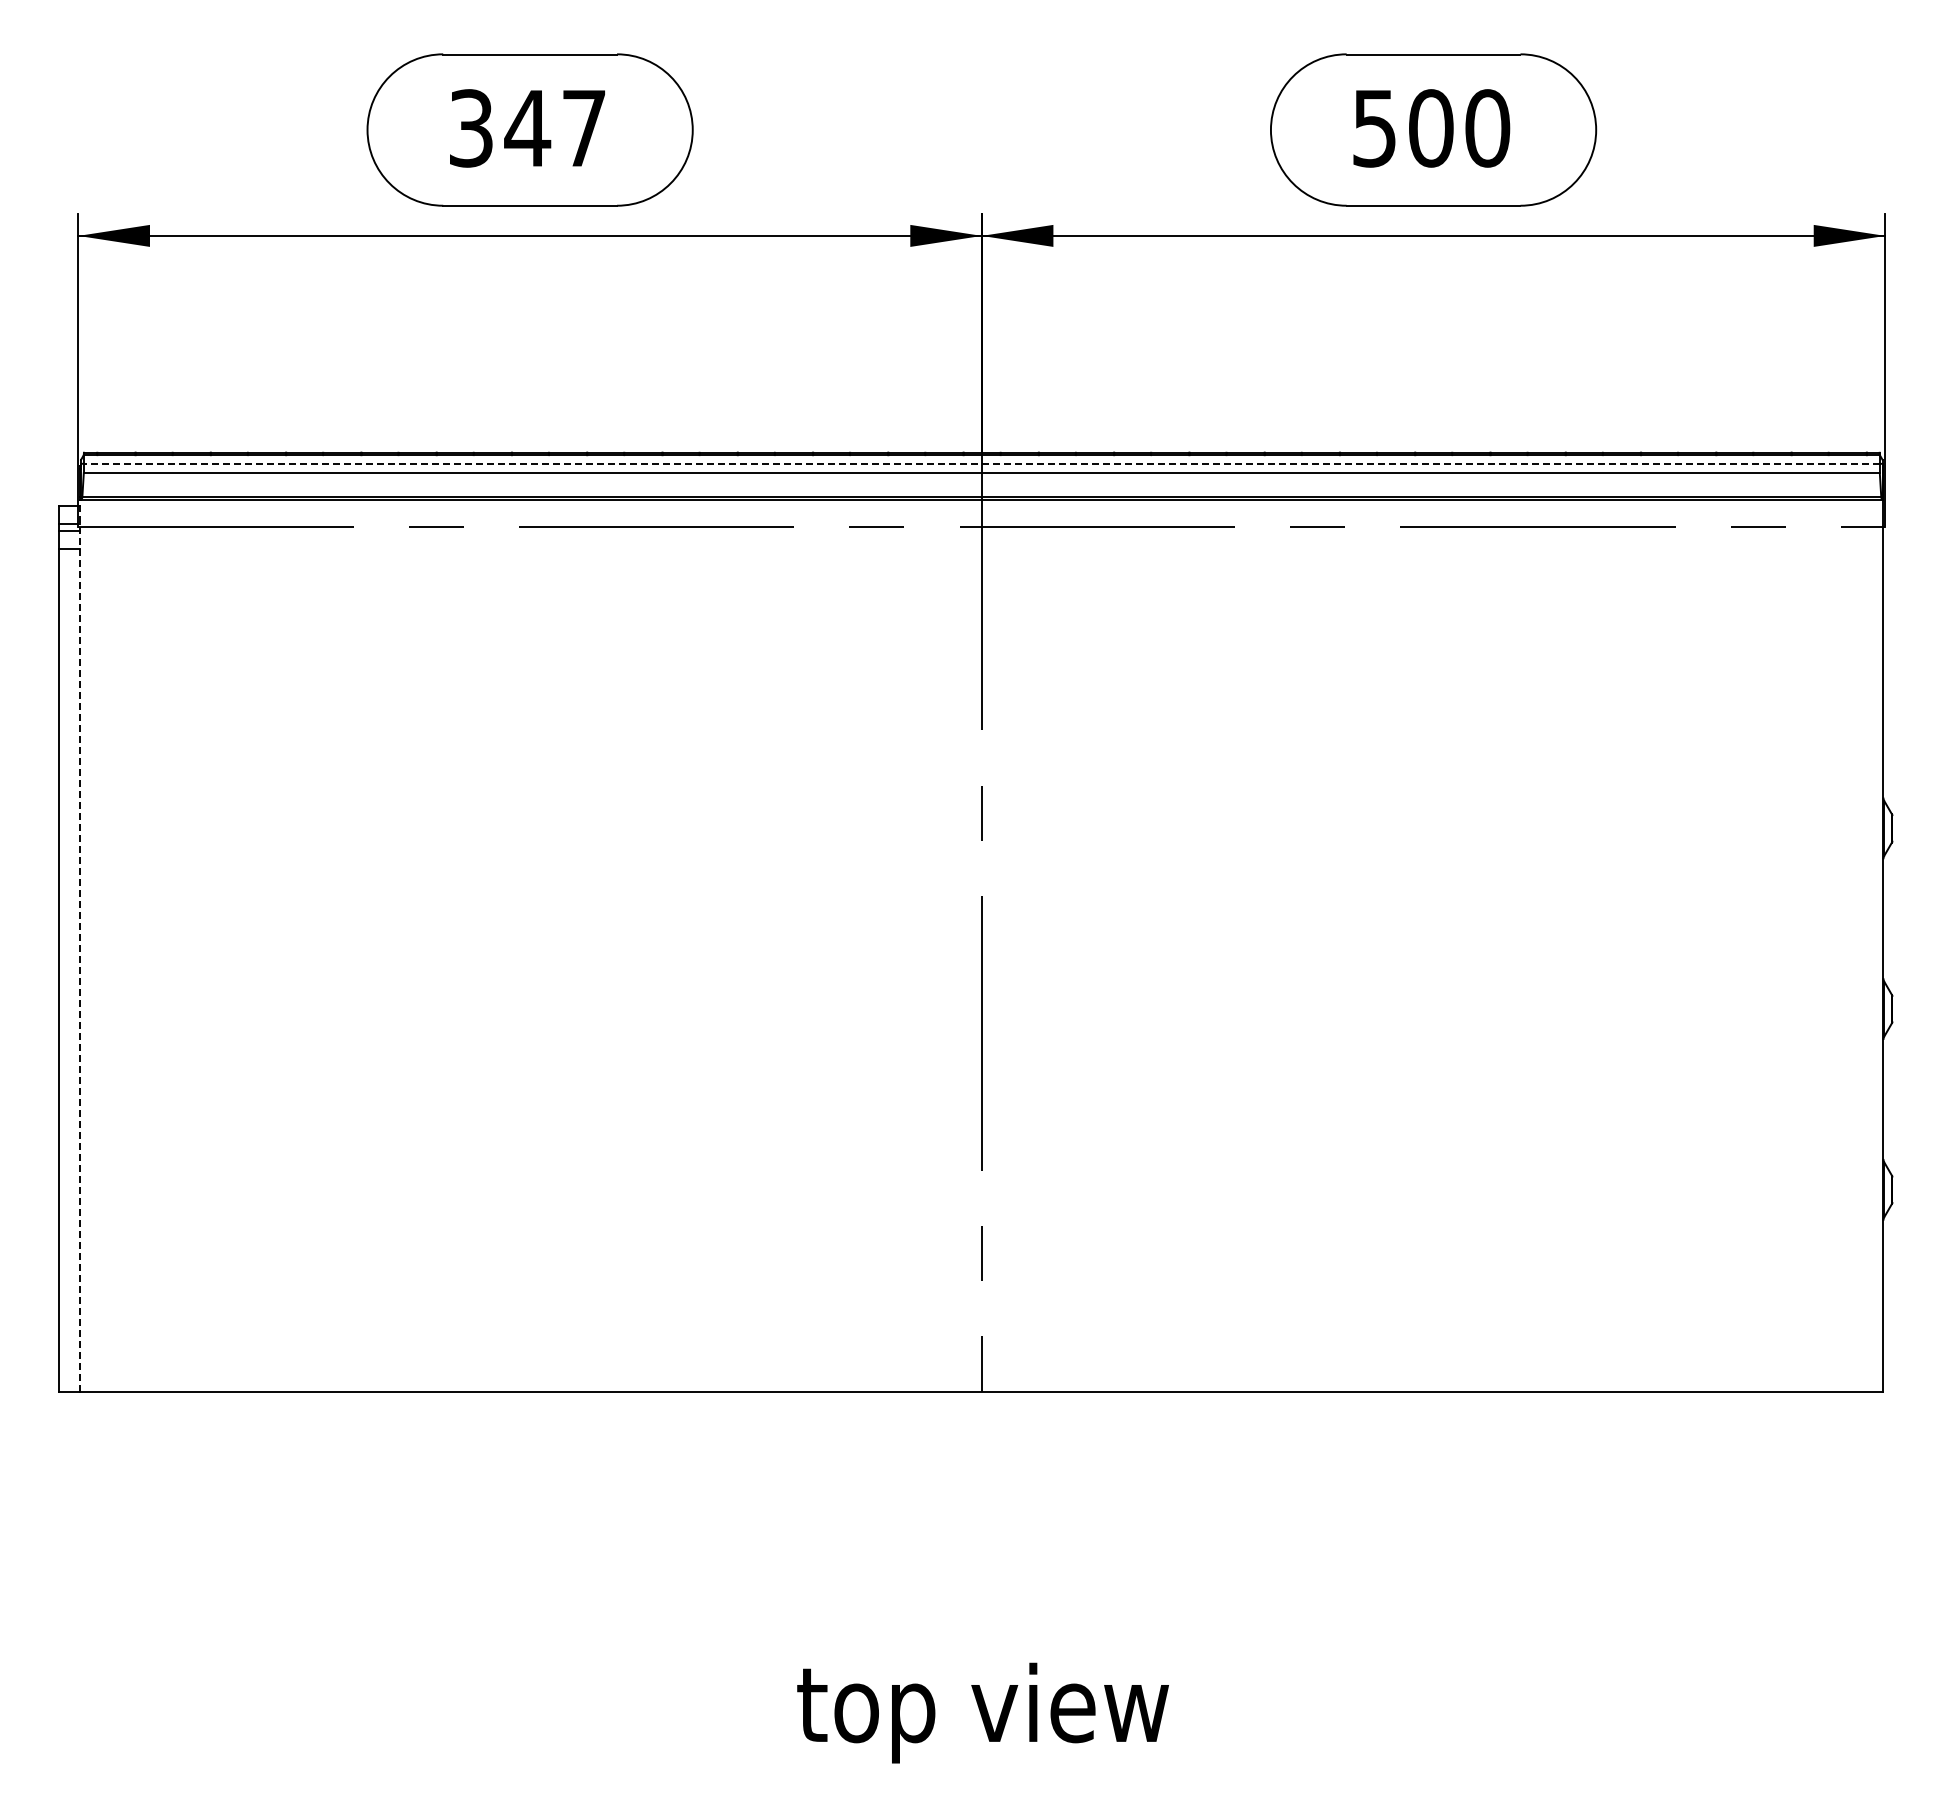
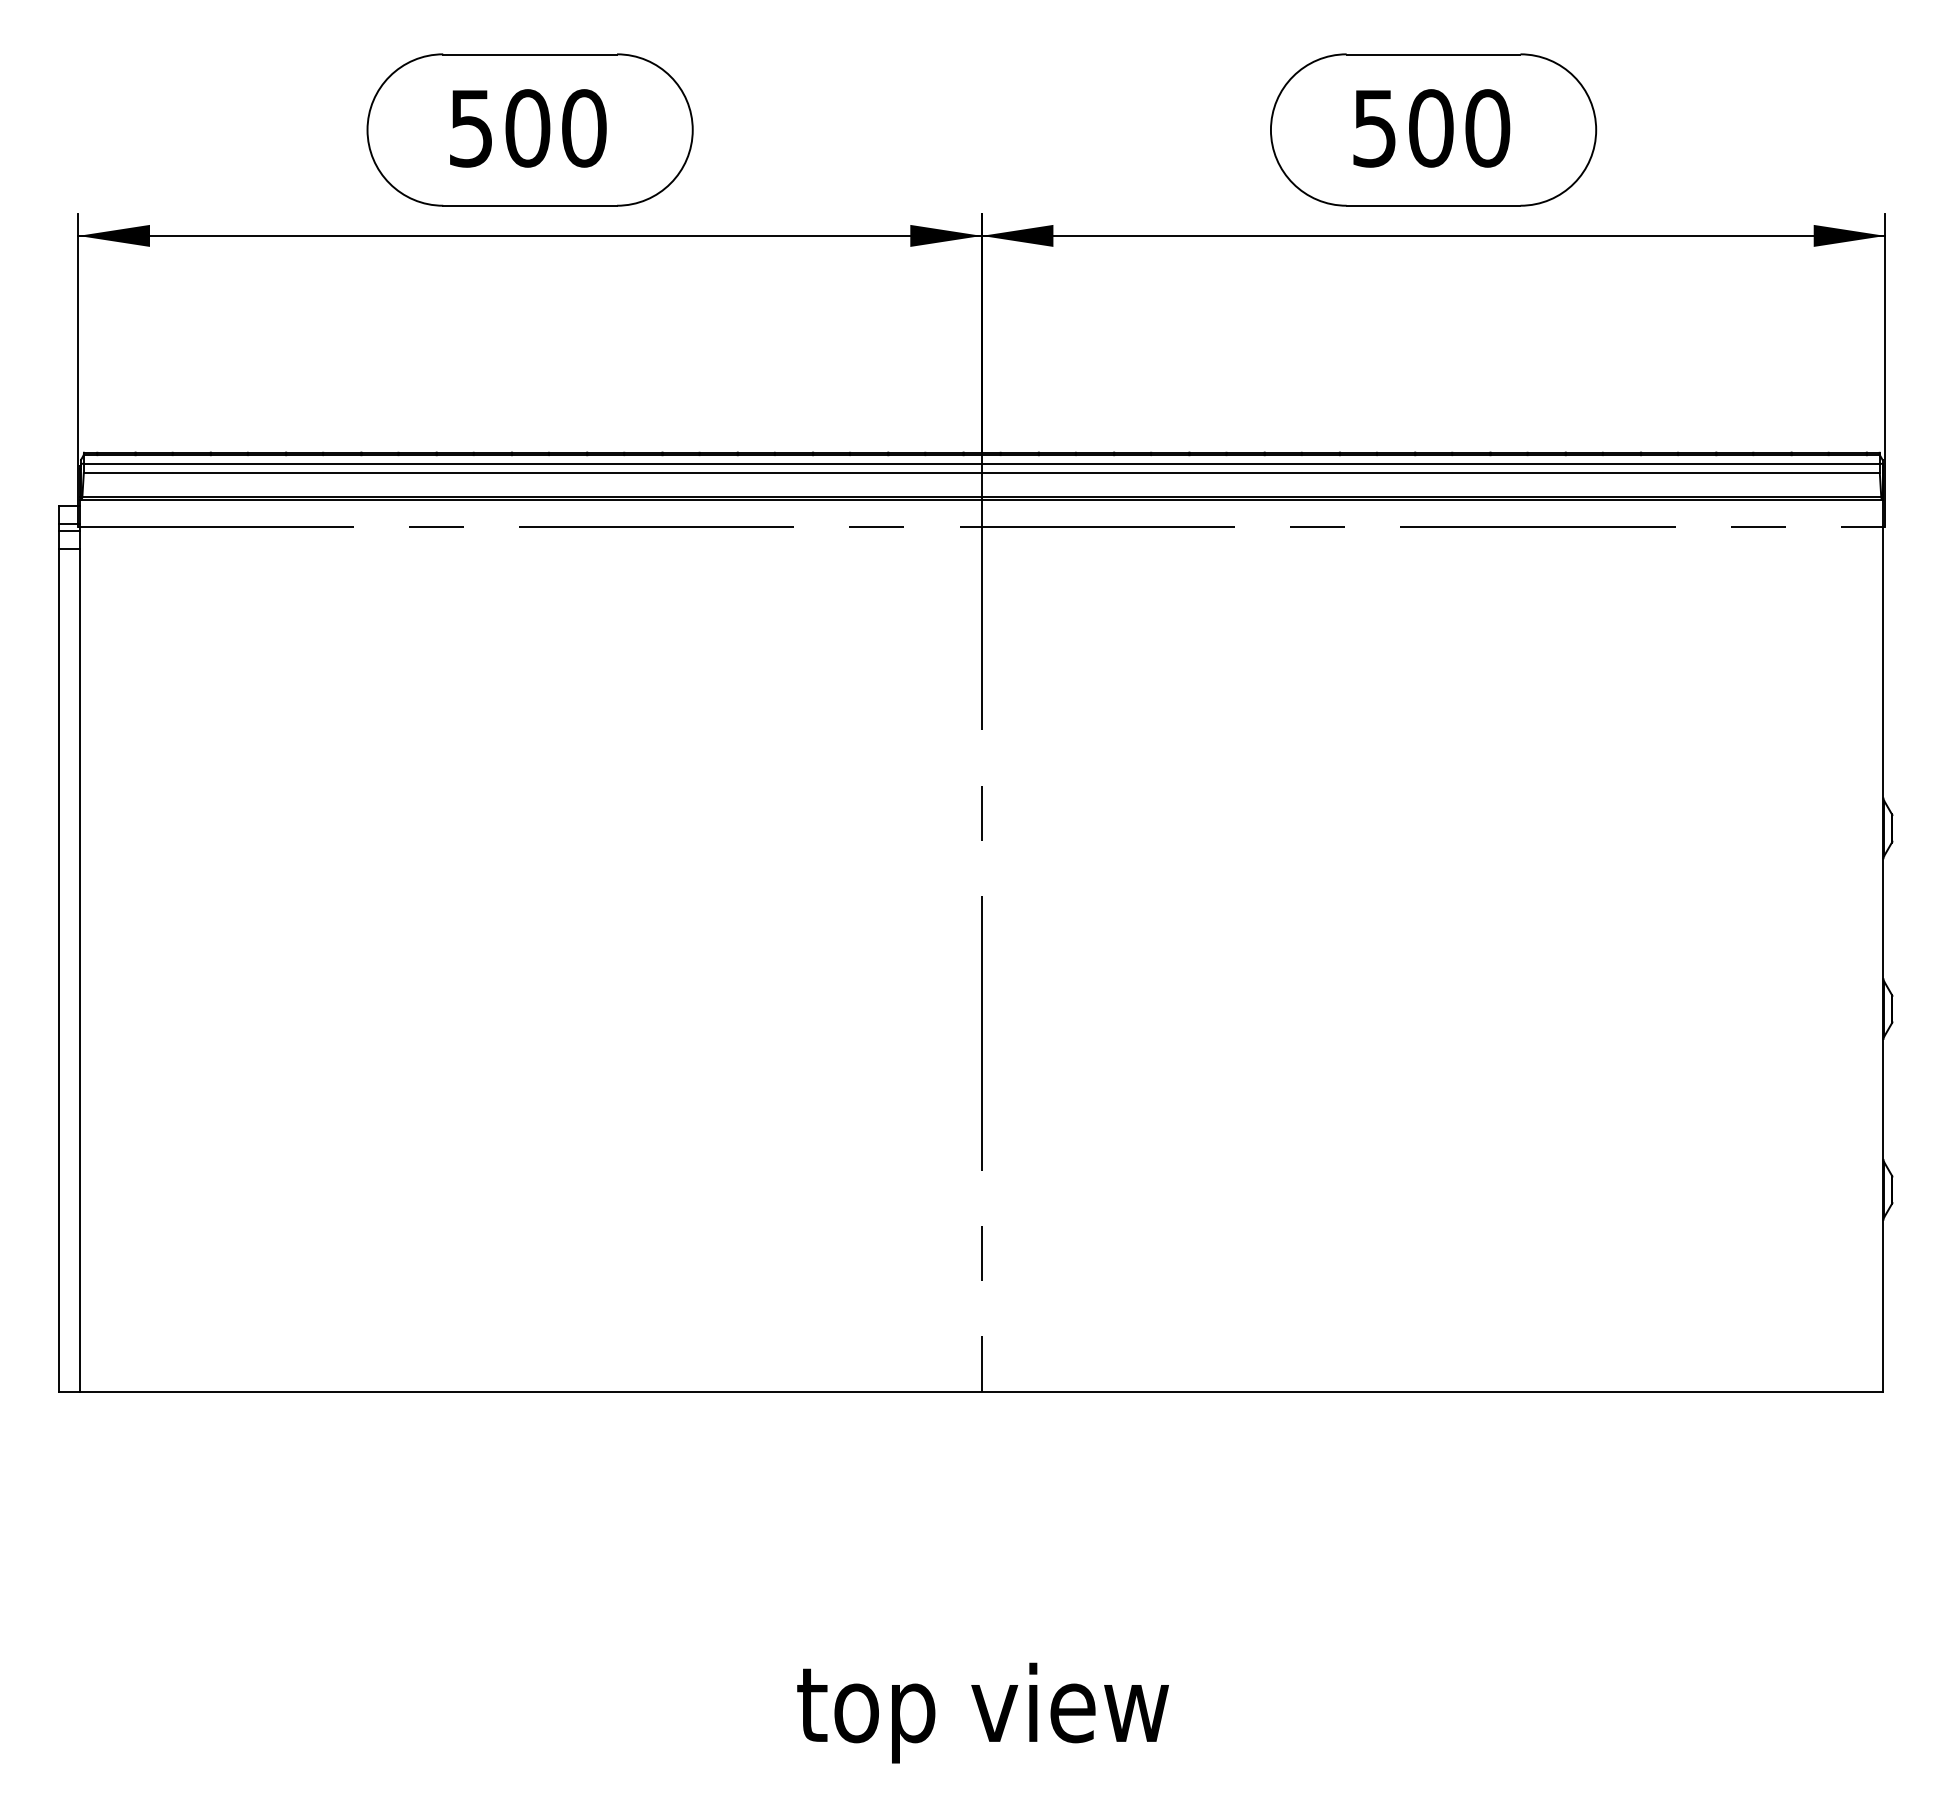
text at (528, 128): 347 -> 500
line at (981, 463): dashed -> solid
line at (80, 945): dashed -> solid
